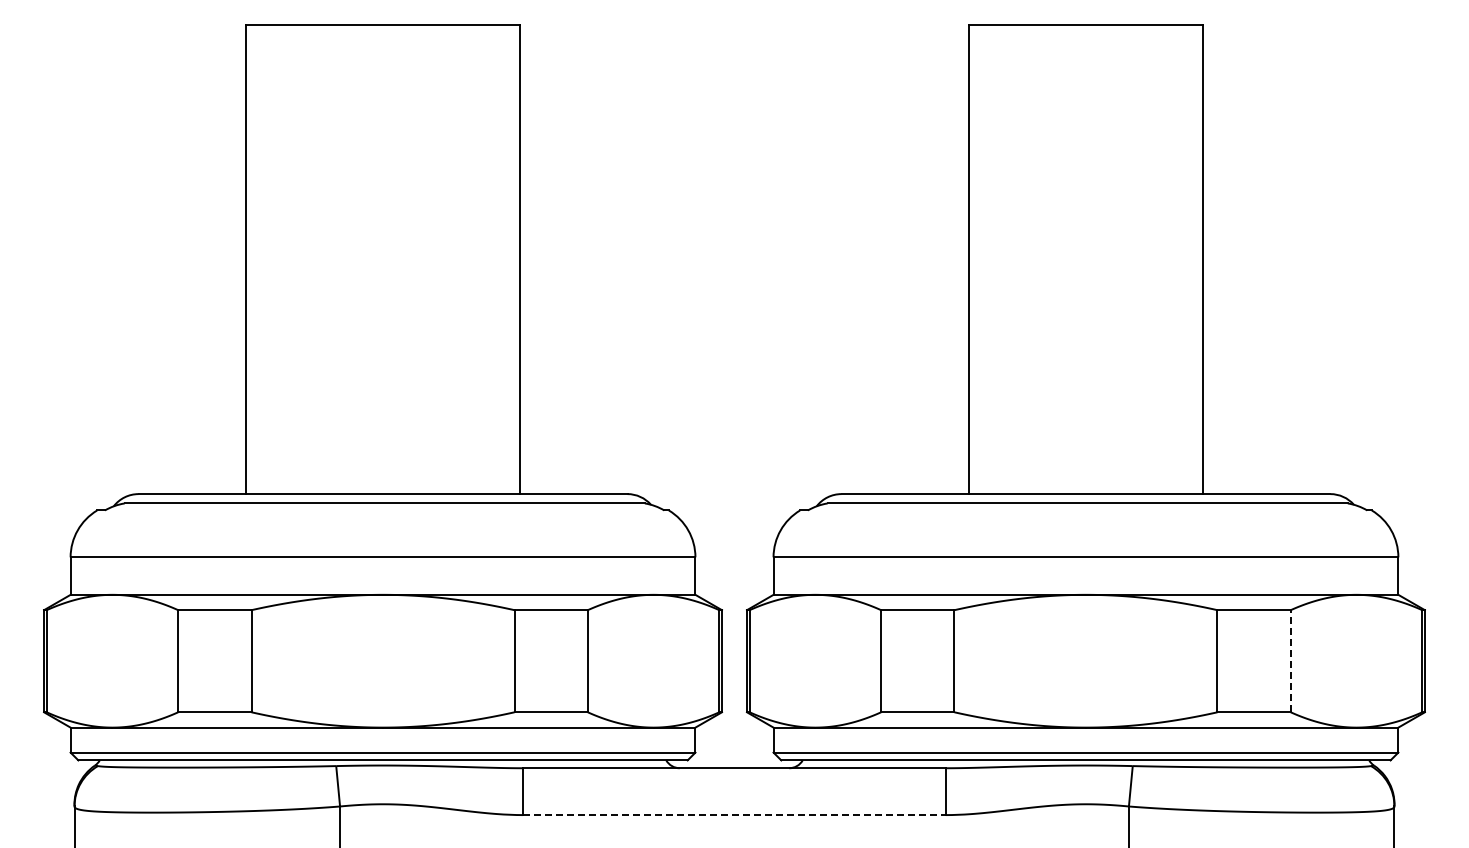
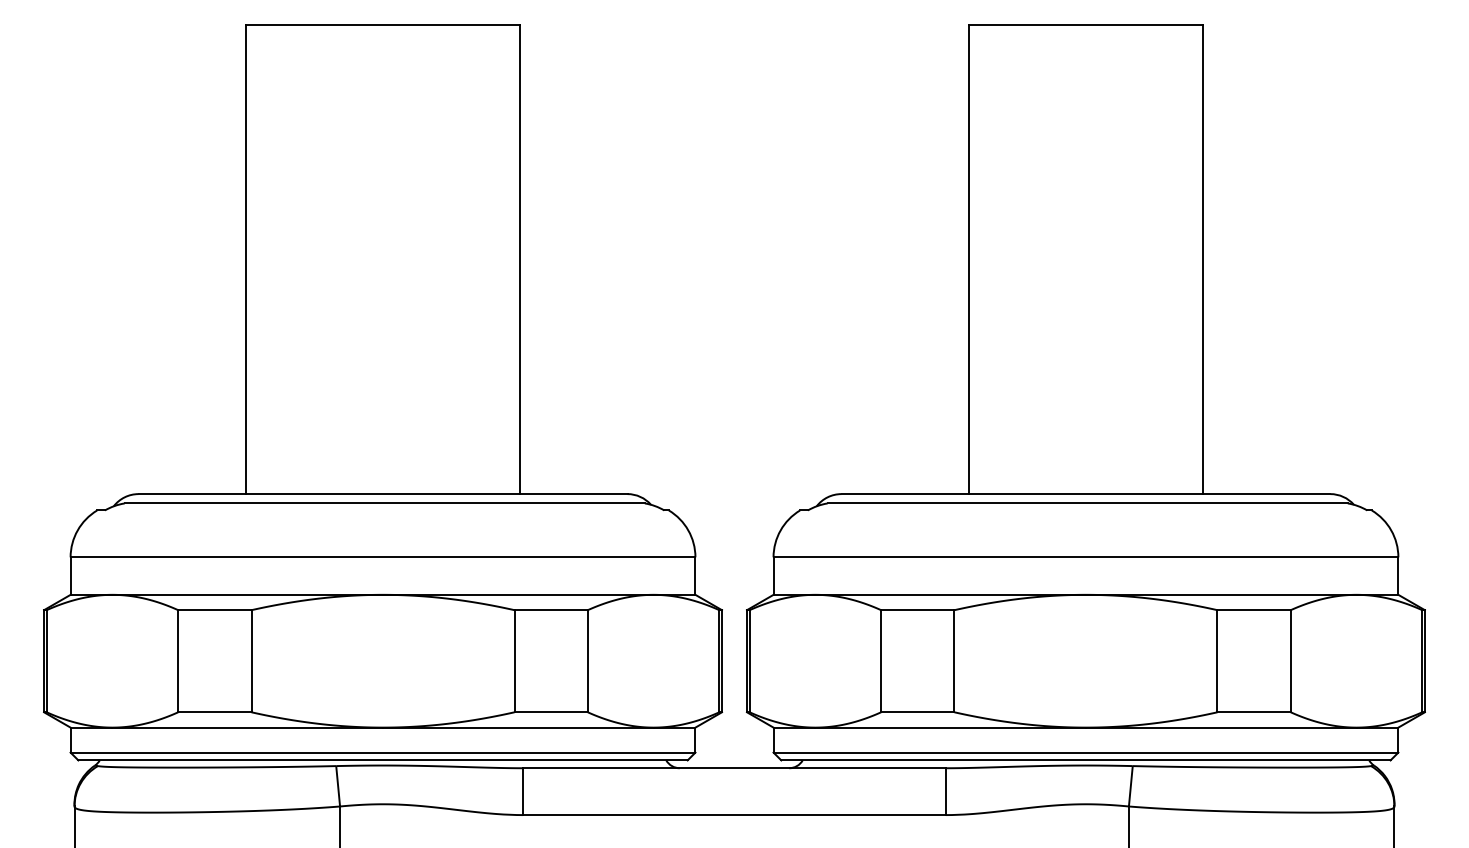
line at (1290, 660): dashed -> solid
line at (734, 815): dashed -> solid
